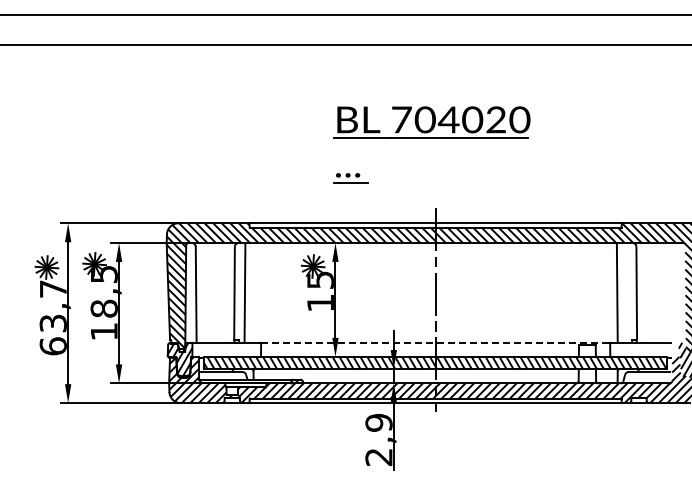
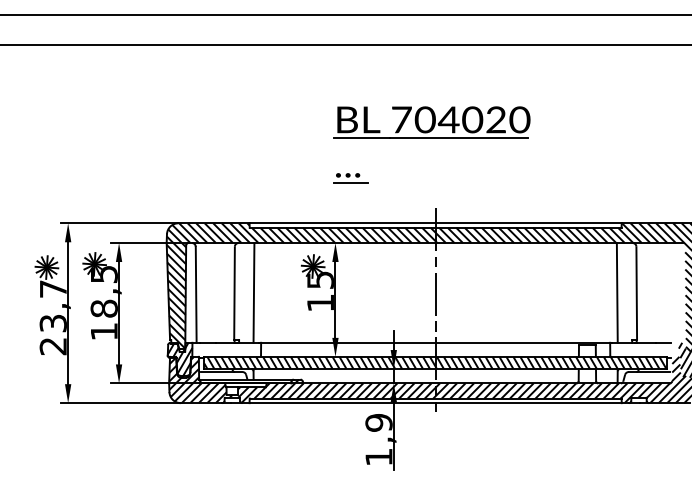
line at (244, 292) position: (244, 292) -> (253, 292)
line at (435, 342): dashed -> solid
text at (52, 346): 63,7 -> 23,7
text at (378, 457): 2,9 -> 1,9
